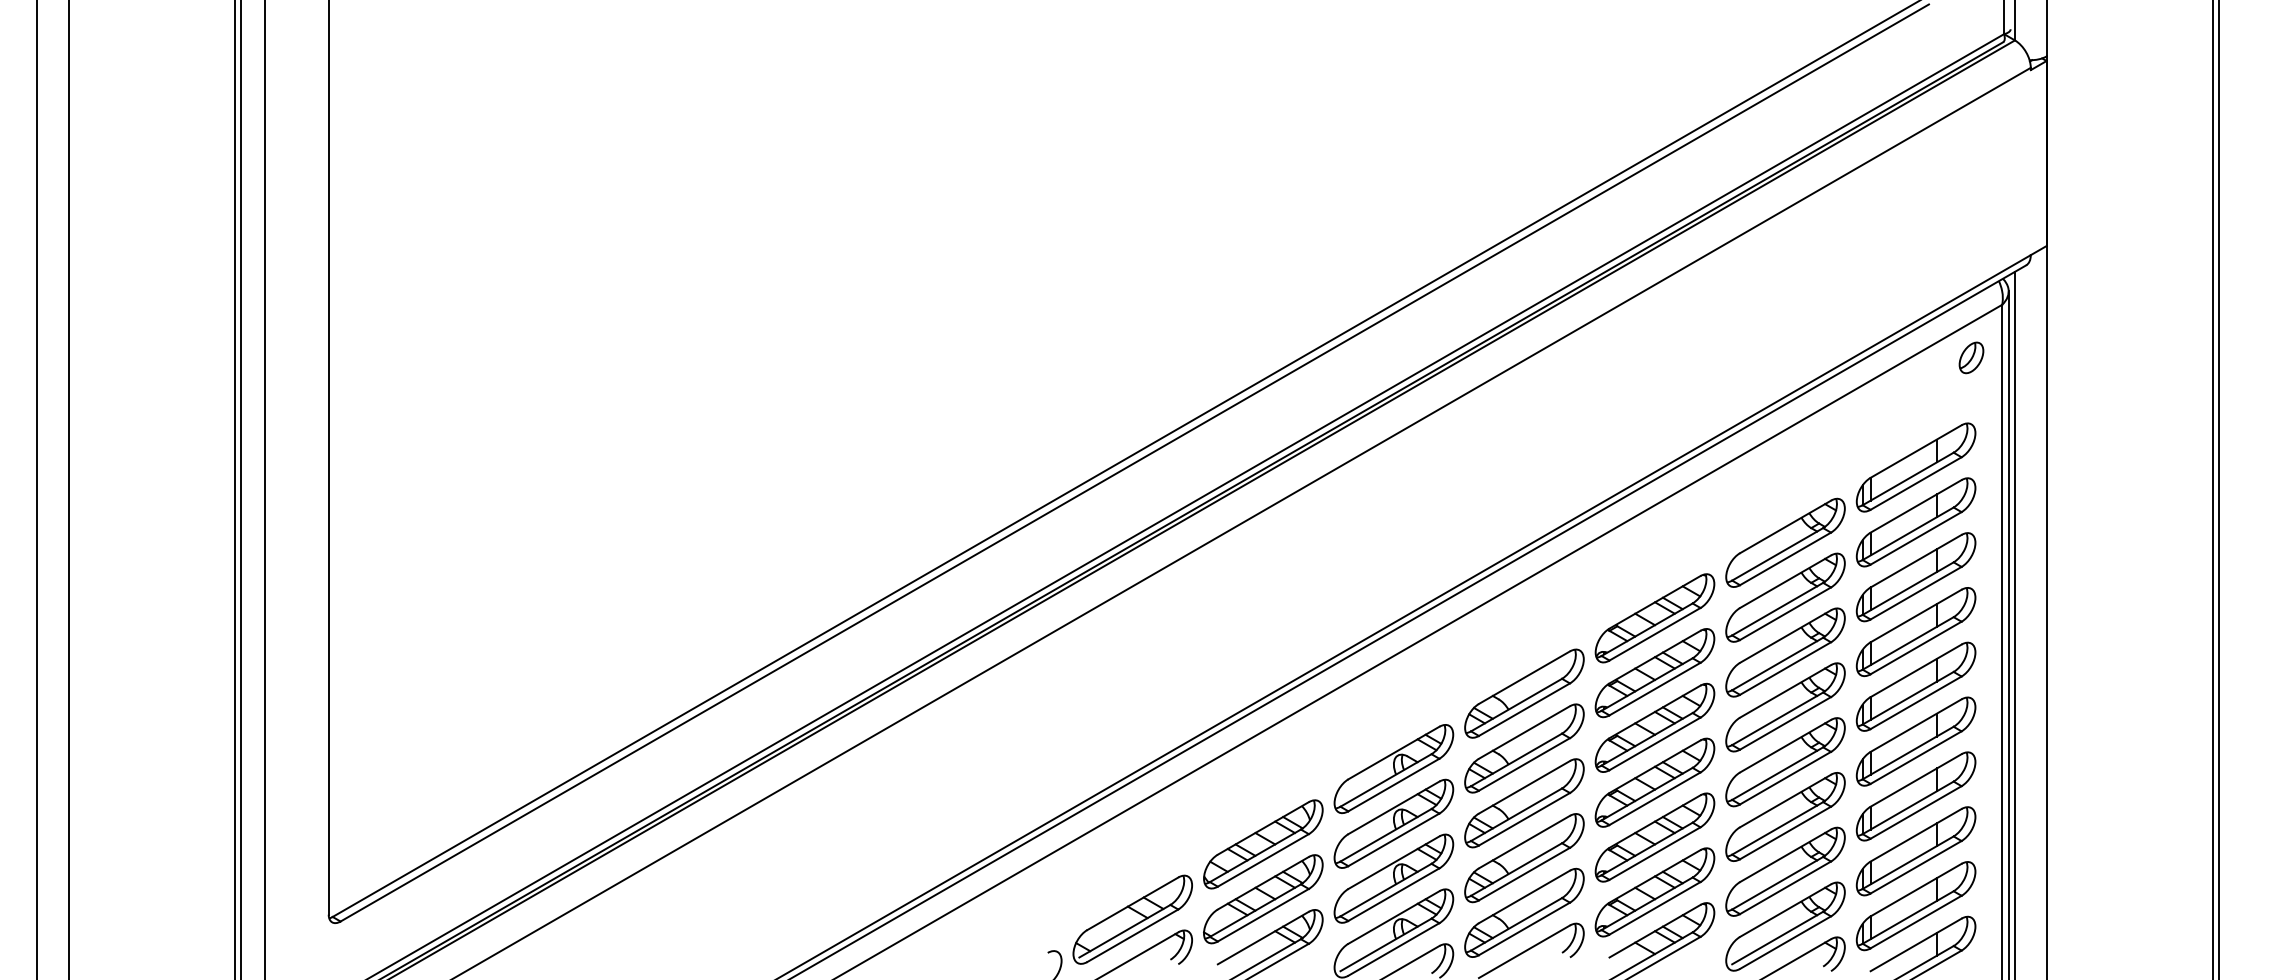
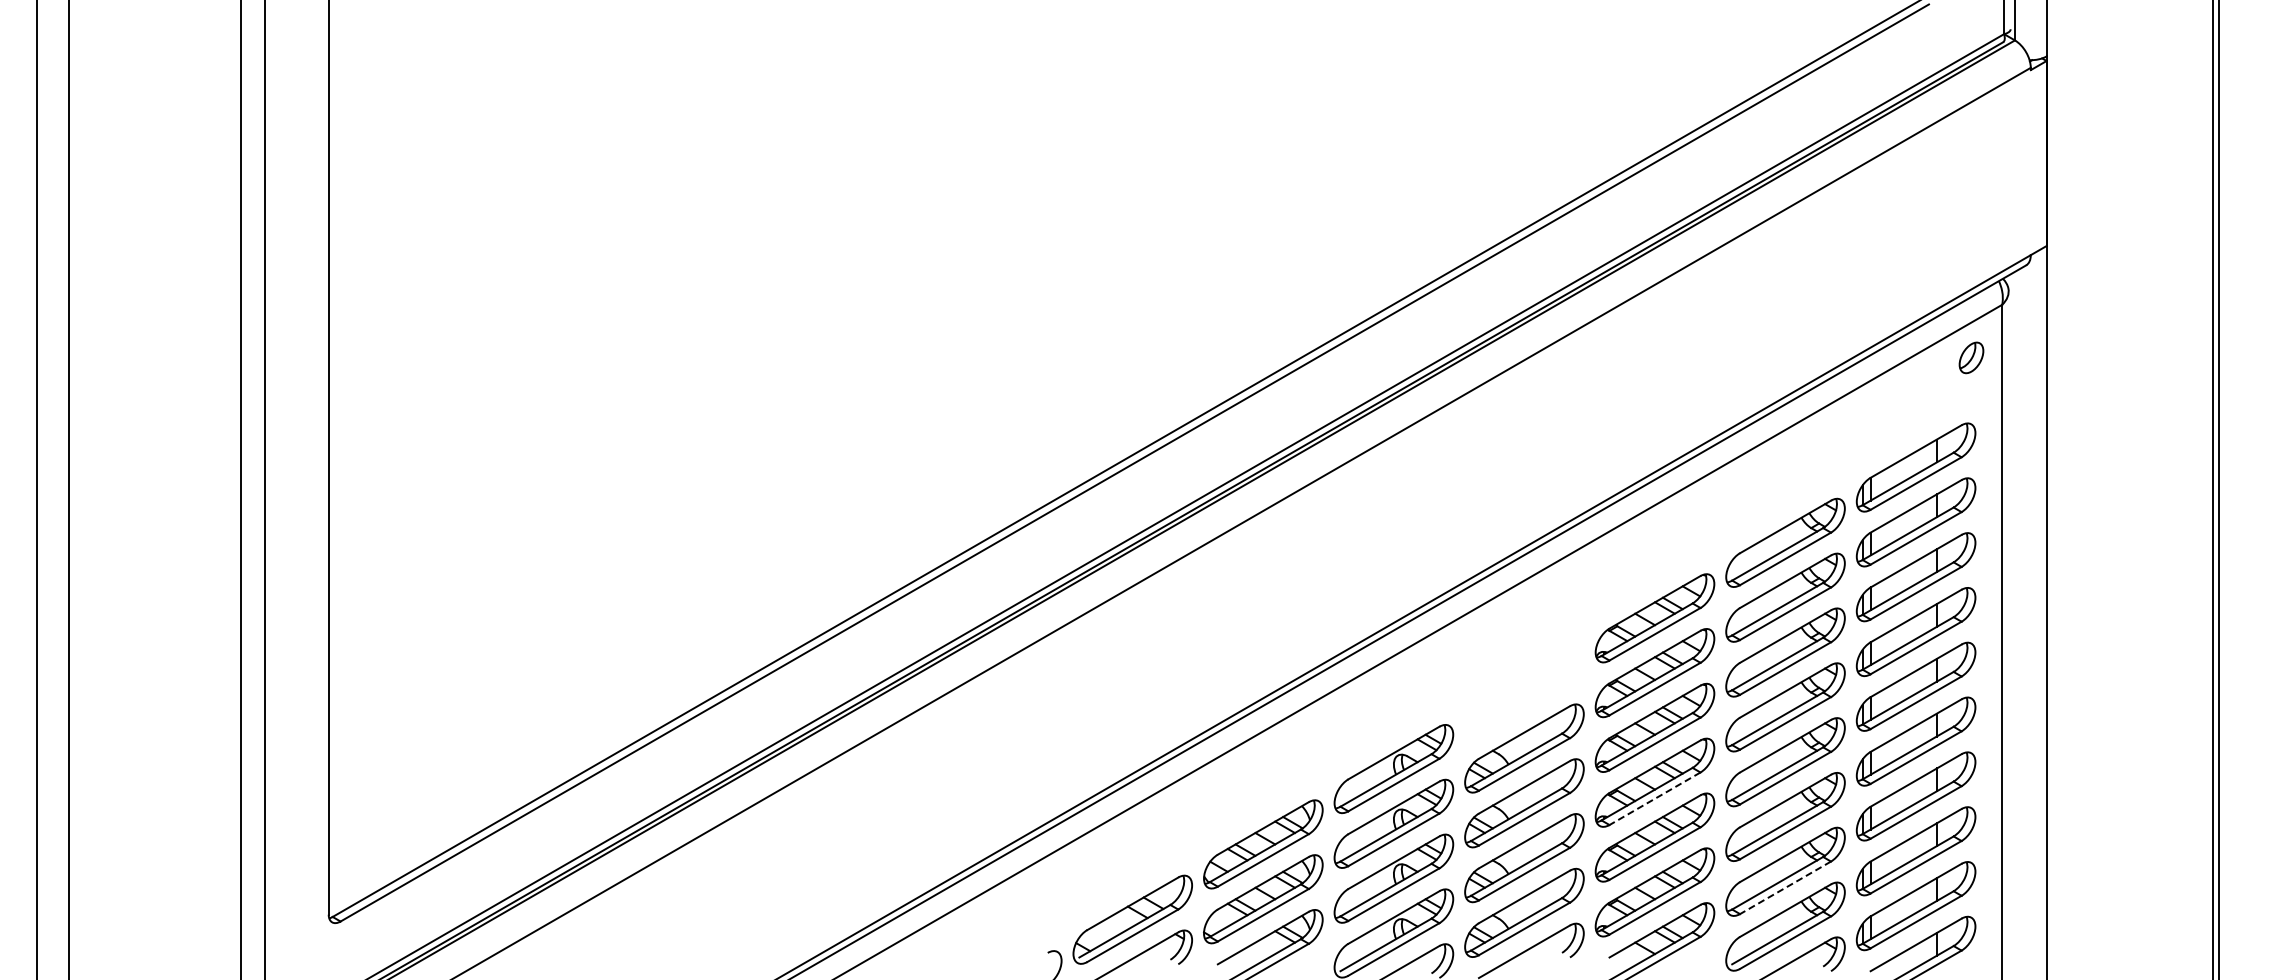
line at (234, 489): present -> none
line at (2014, 623): present -> none
line at (2008, 633): present -> none
part at (1524, 693): present -> none
line at (1655, 798): solid -> dashed
line at (1785, 887): solid -> dashed
